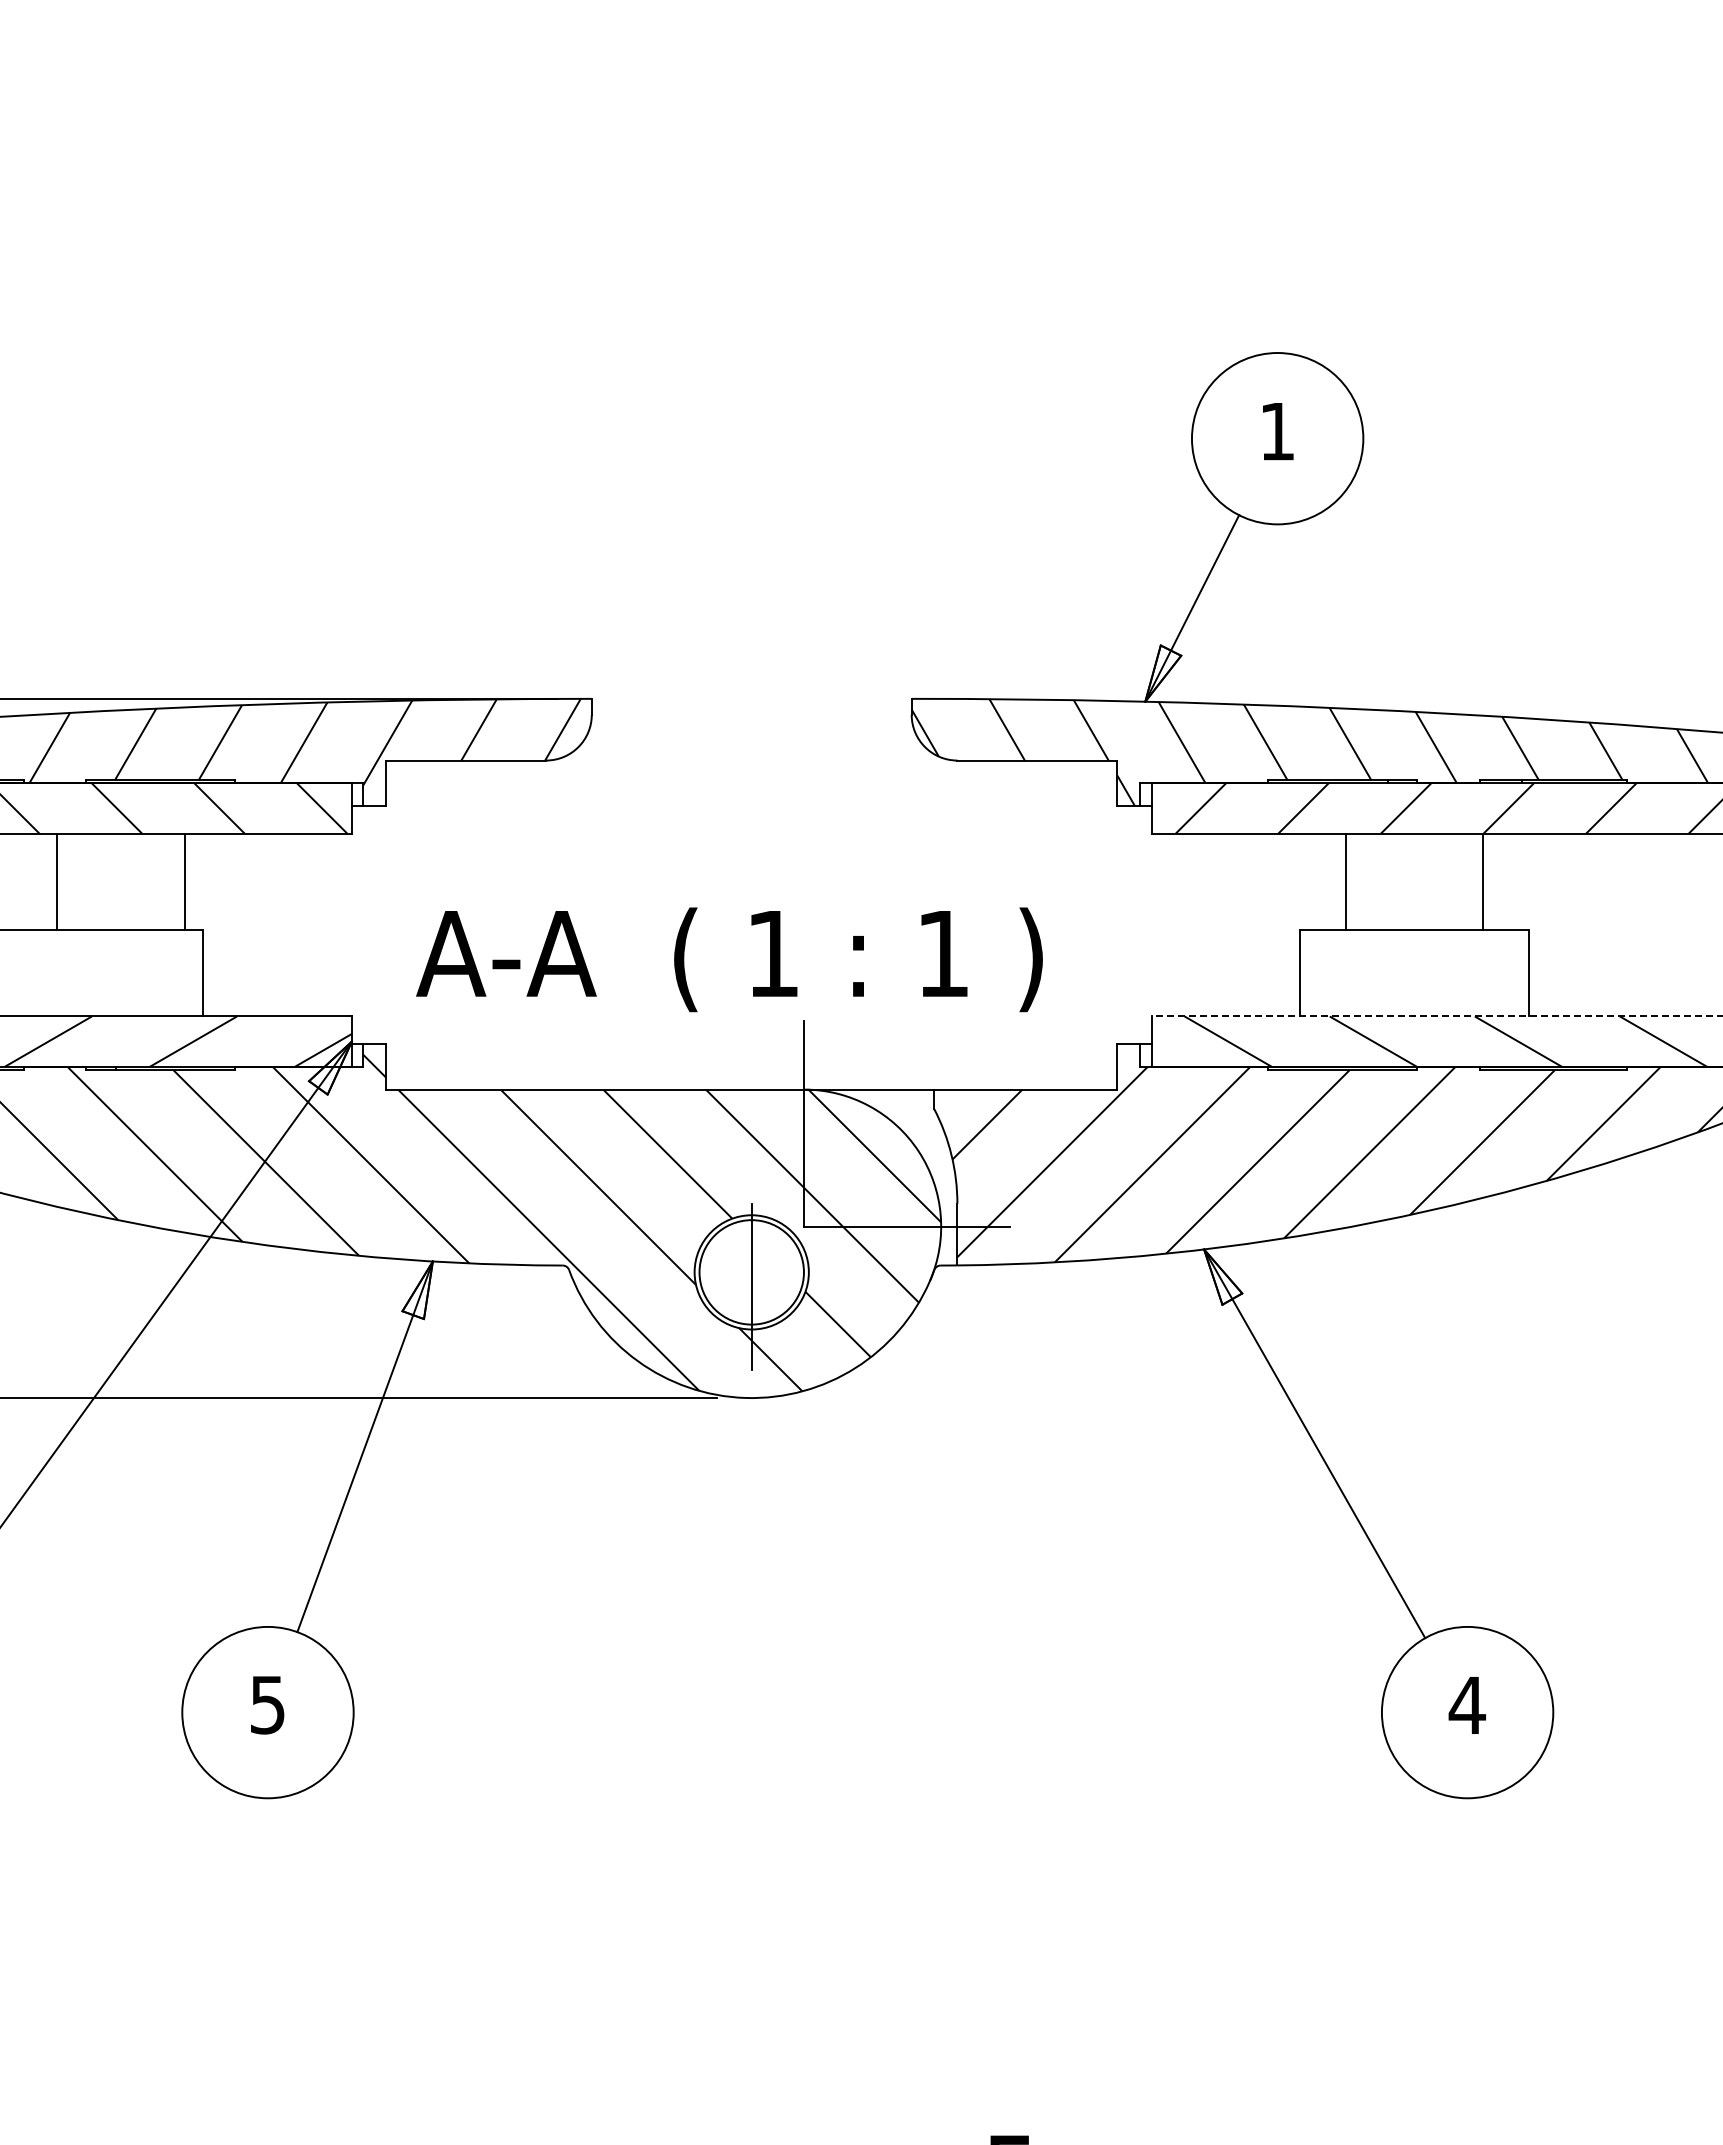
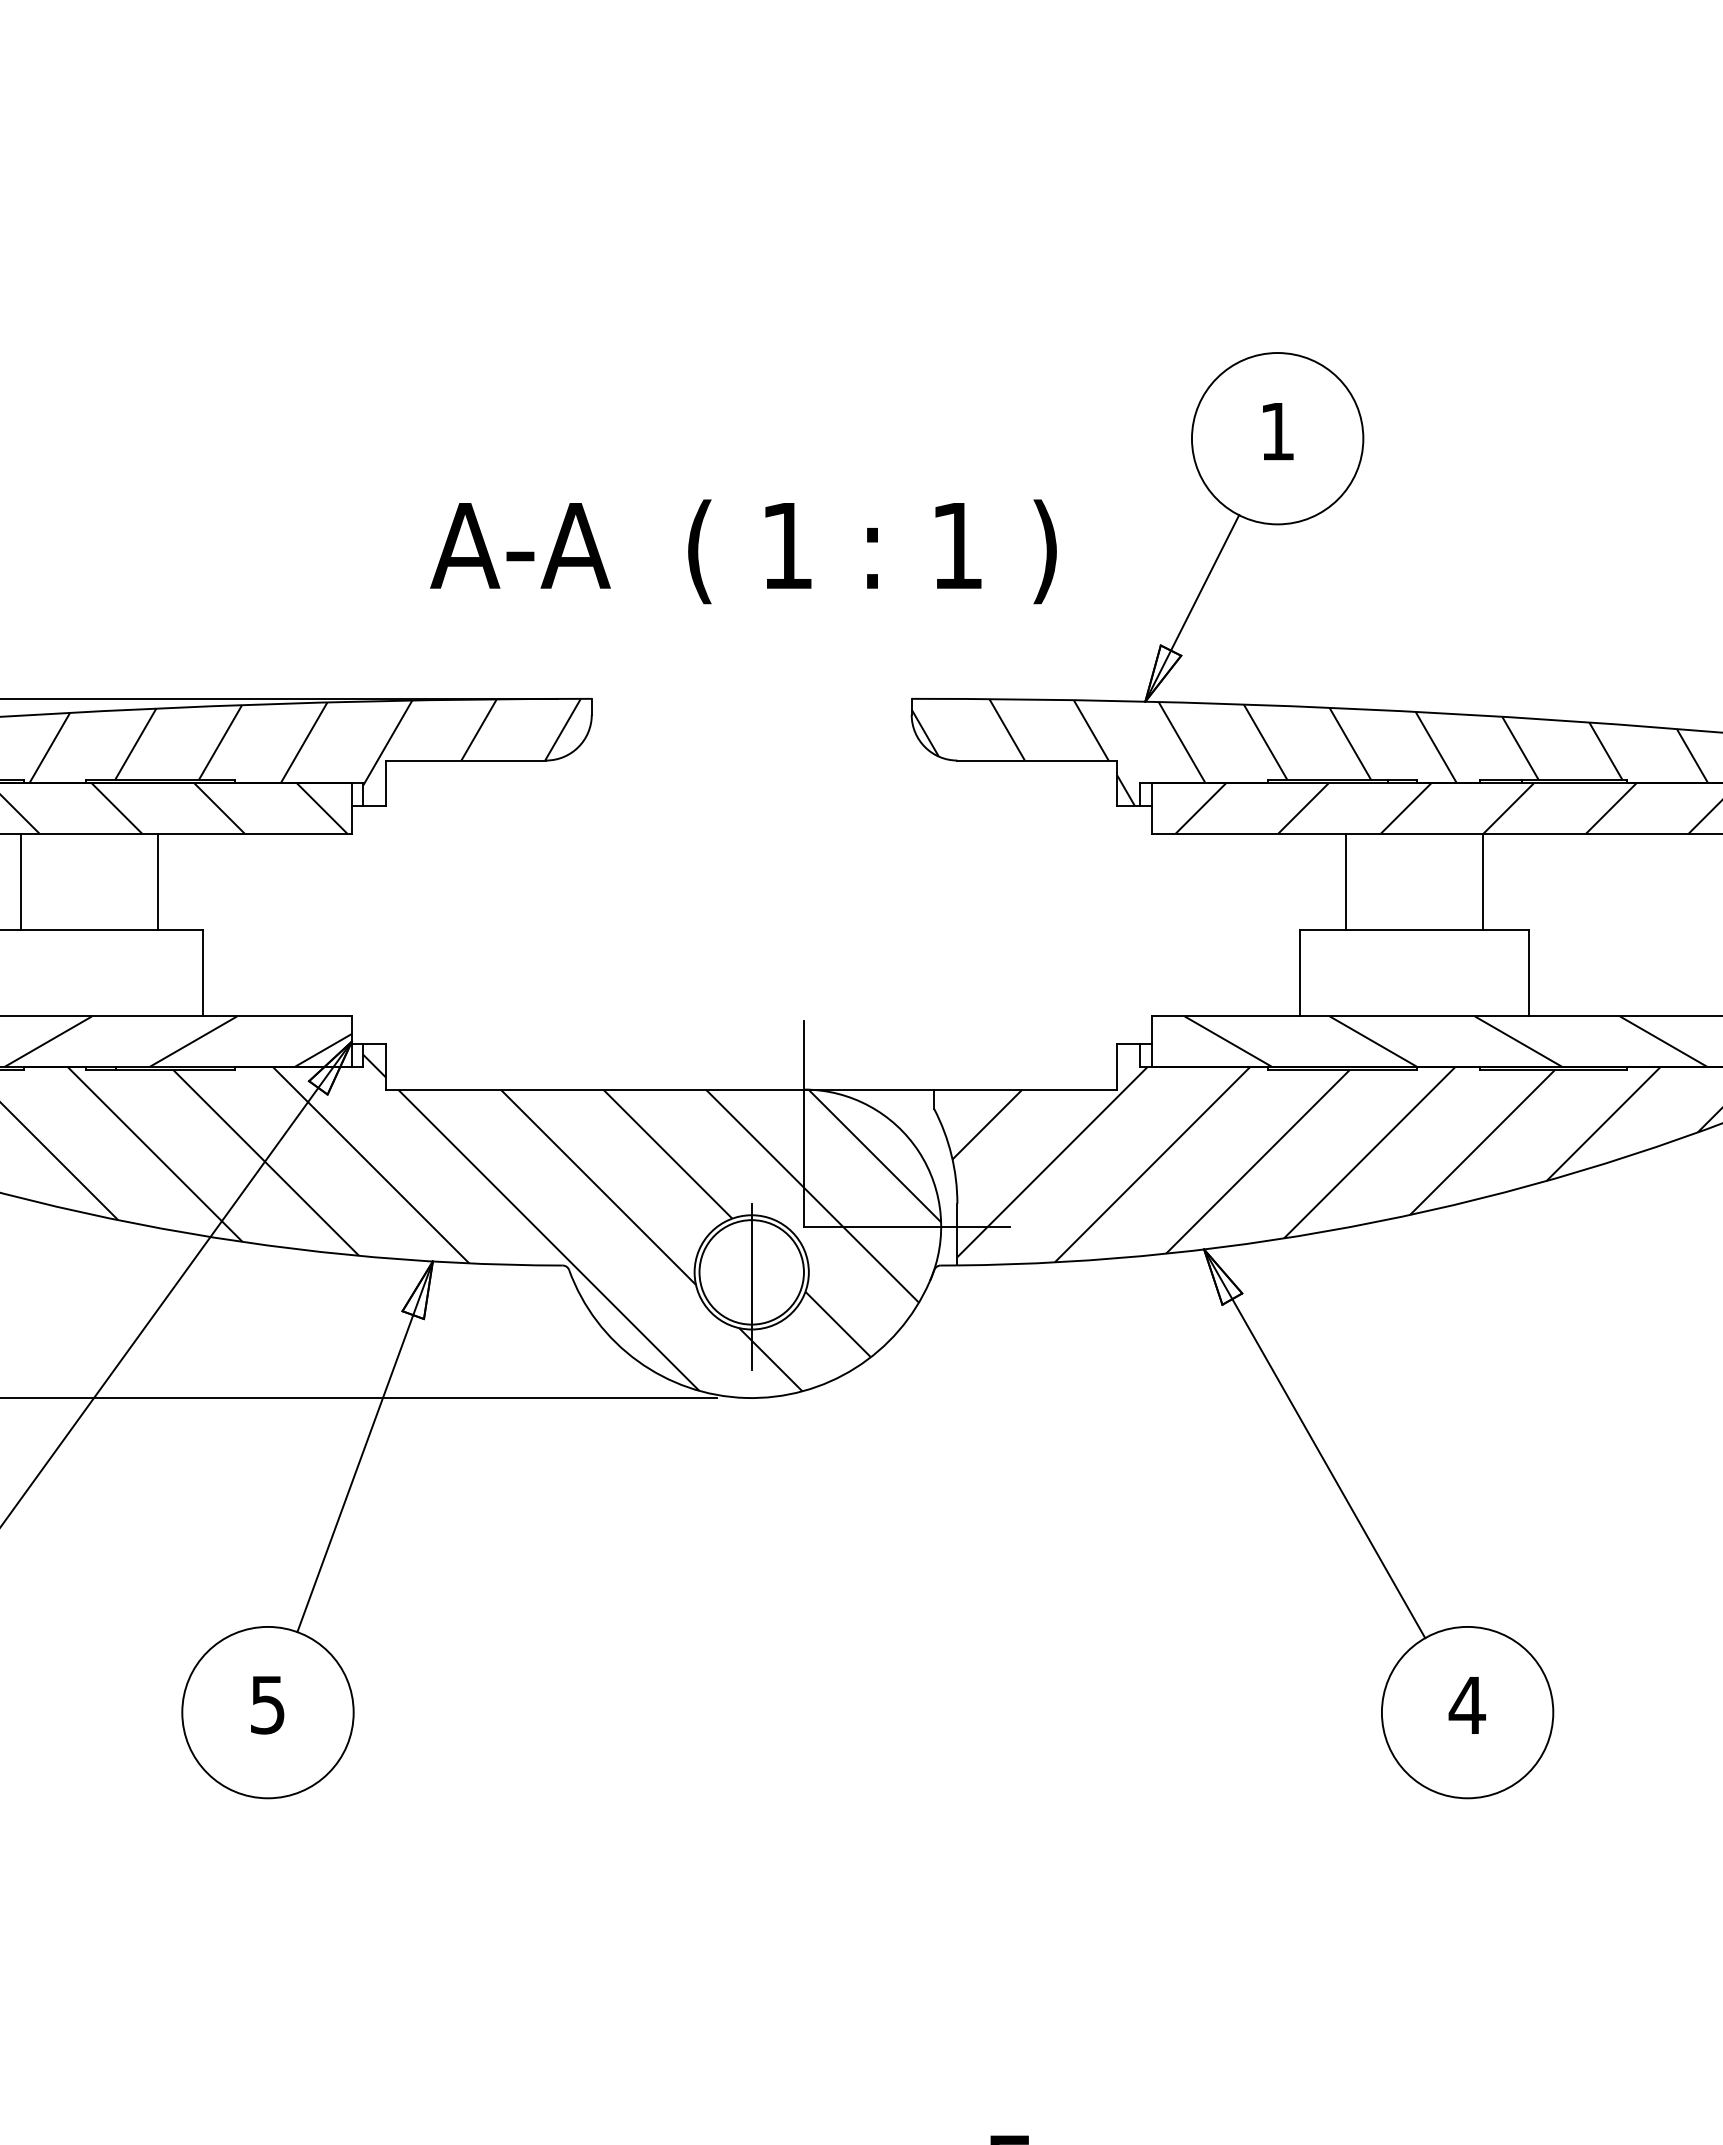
line at (56, 881) position: (56, 881) -> (20, 881)
line at (184, 881) position: (184, 881) -> (157, 881)
text at (729, 959) position: (729, 959) -> (743, 551)
line at (1437, 1016): dashed -> solid
